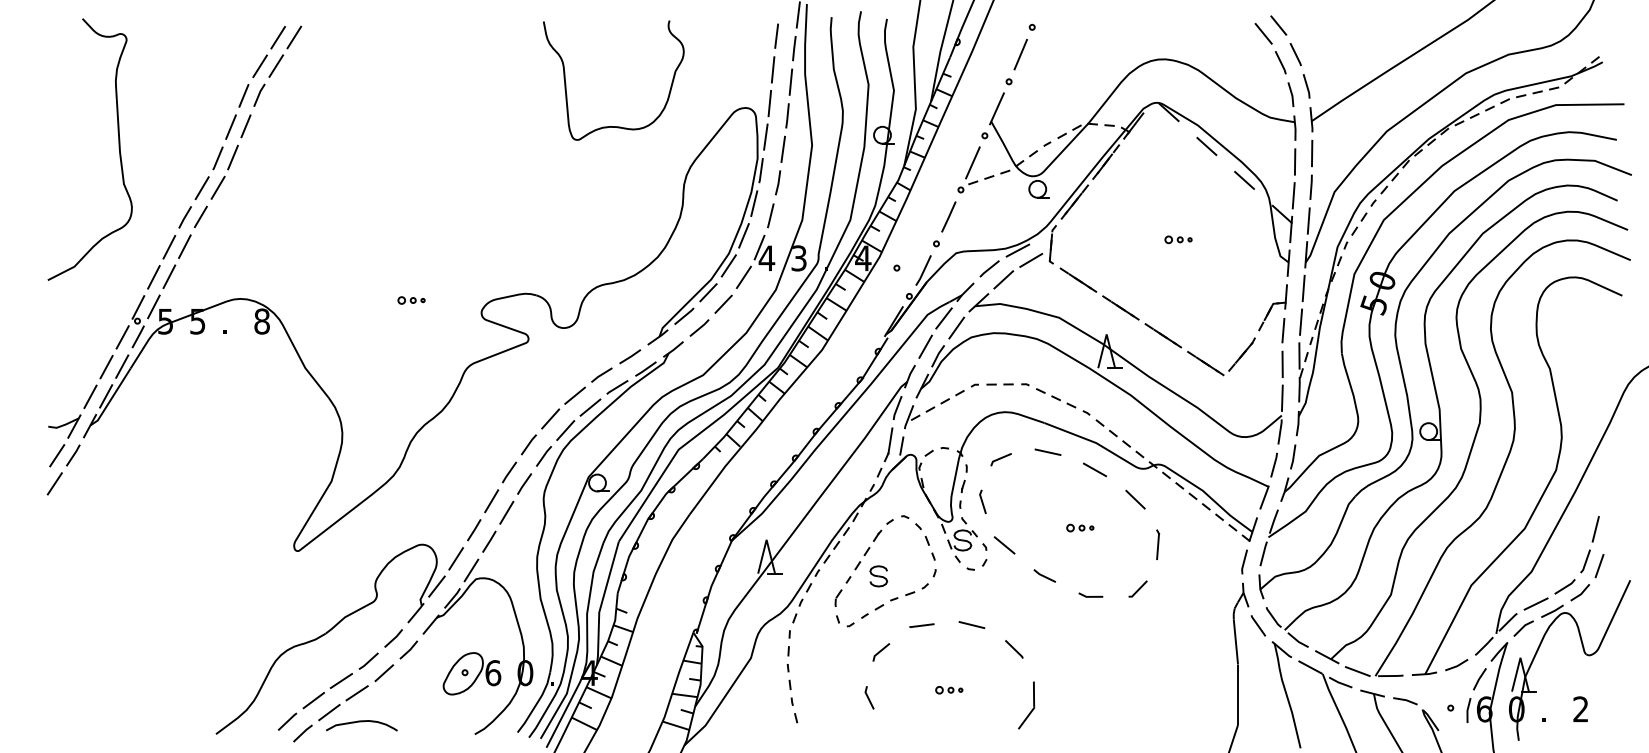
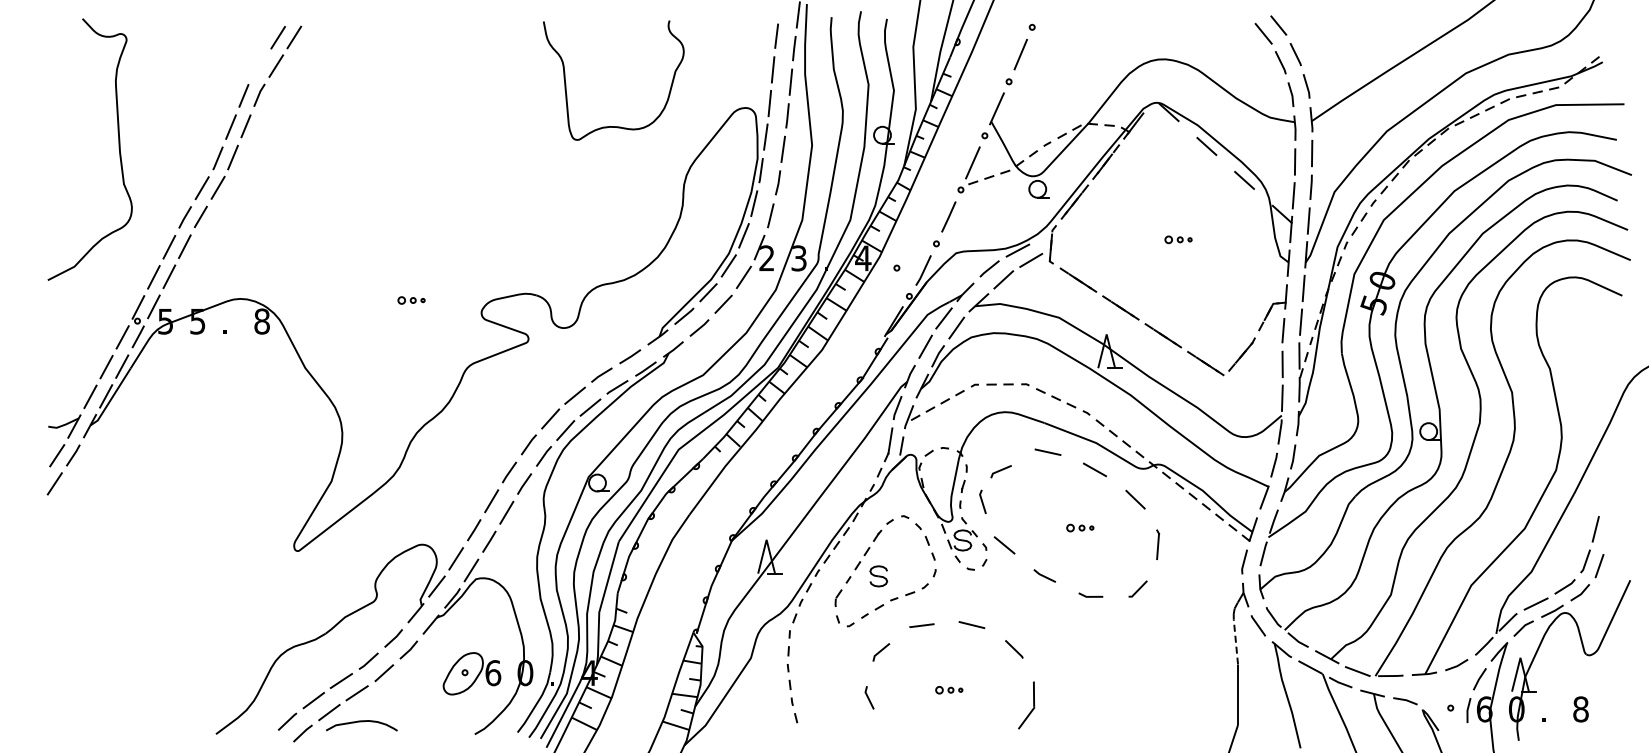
line at (259, 66): present -> none
text at (766, 258): 4 -> 2
line at (1000, 459) position: (1000, 459) -> (1000, 471)
line at (1235, 642): solid -> dashed
text at (1580, 709): 2 -> 8
